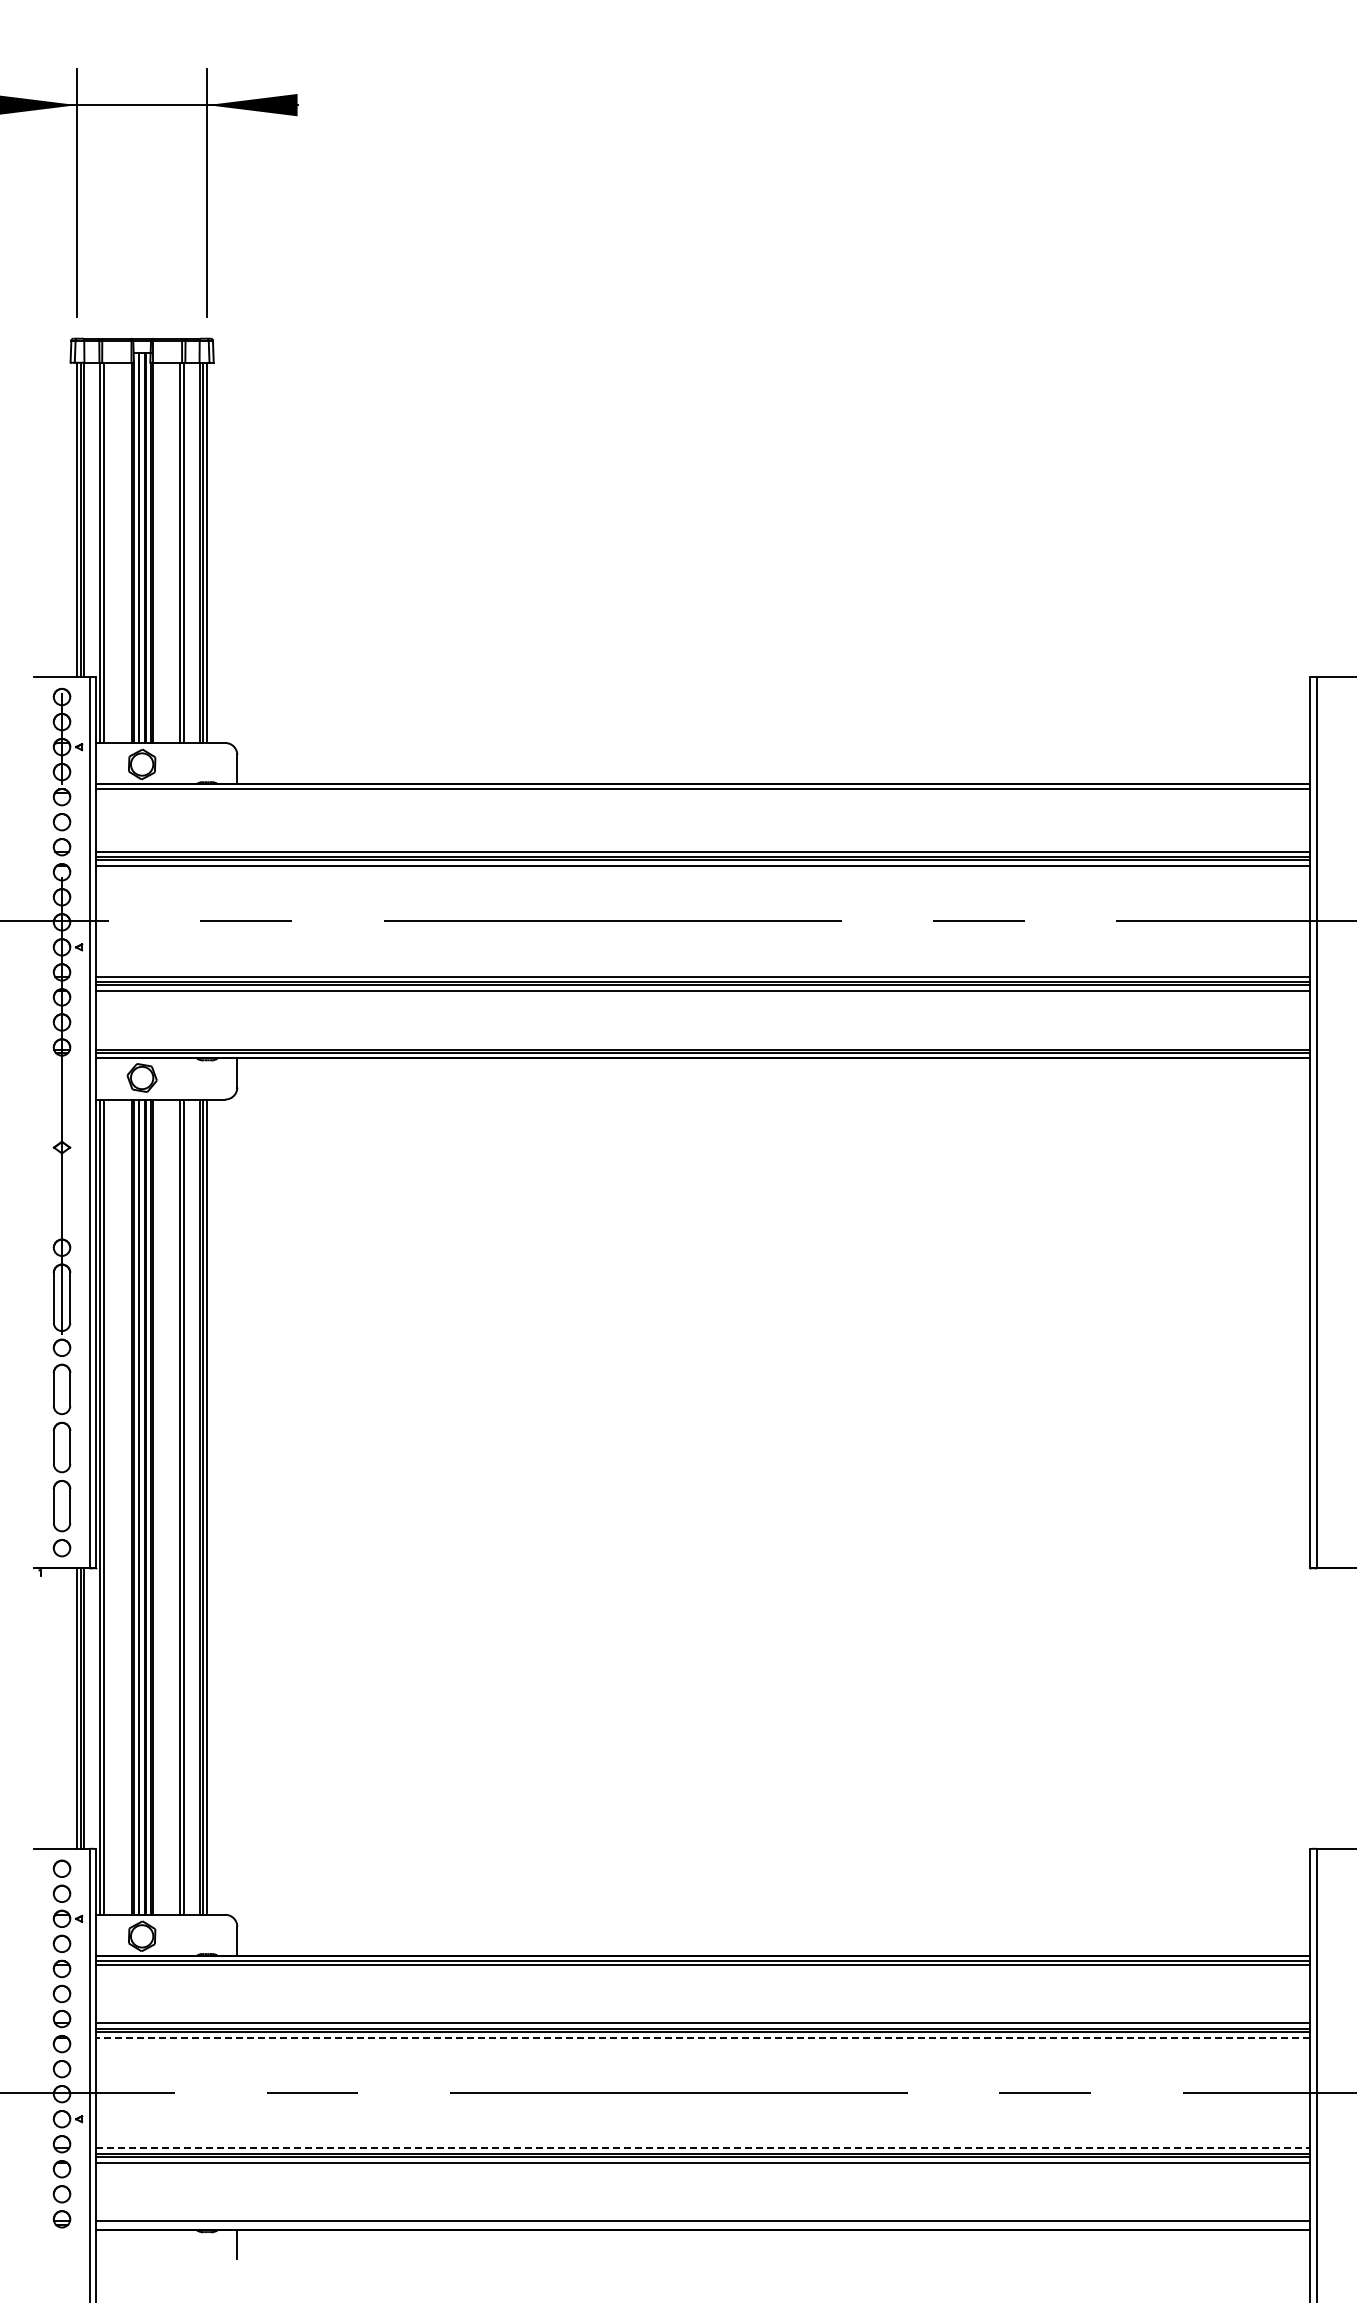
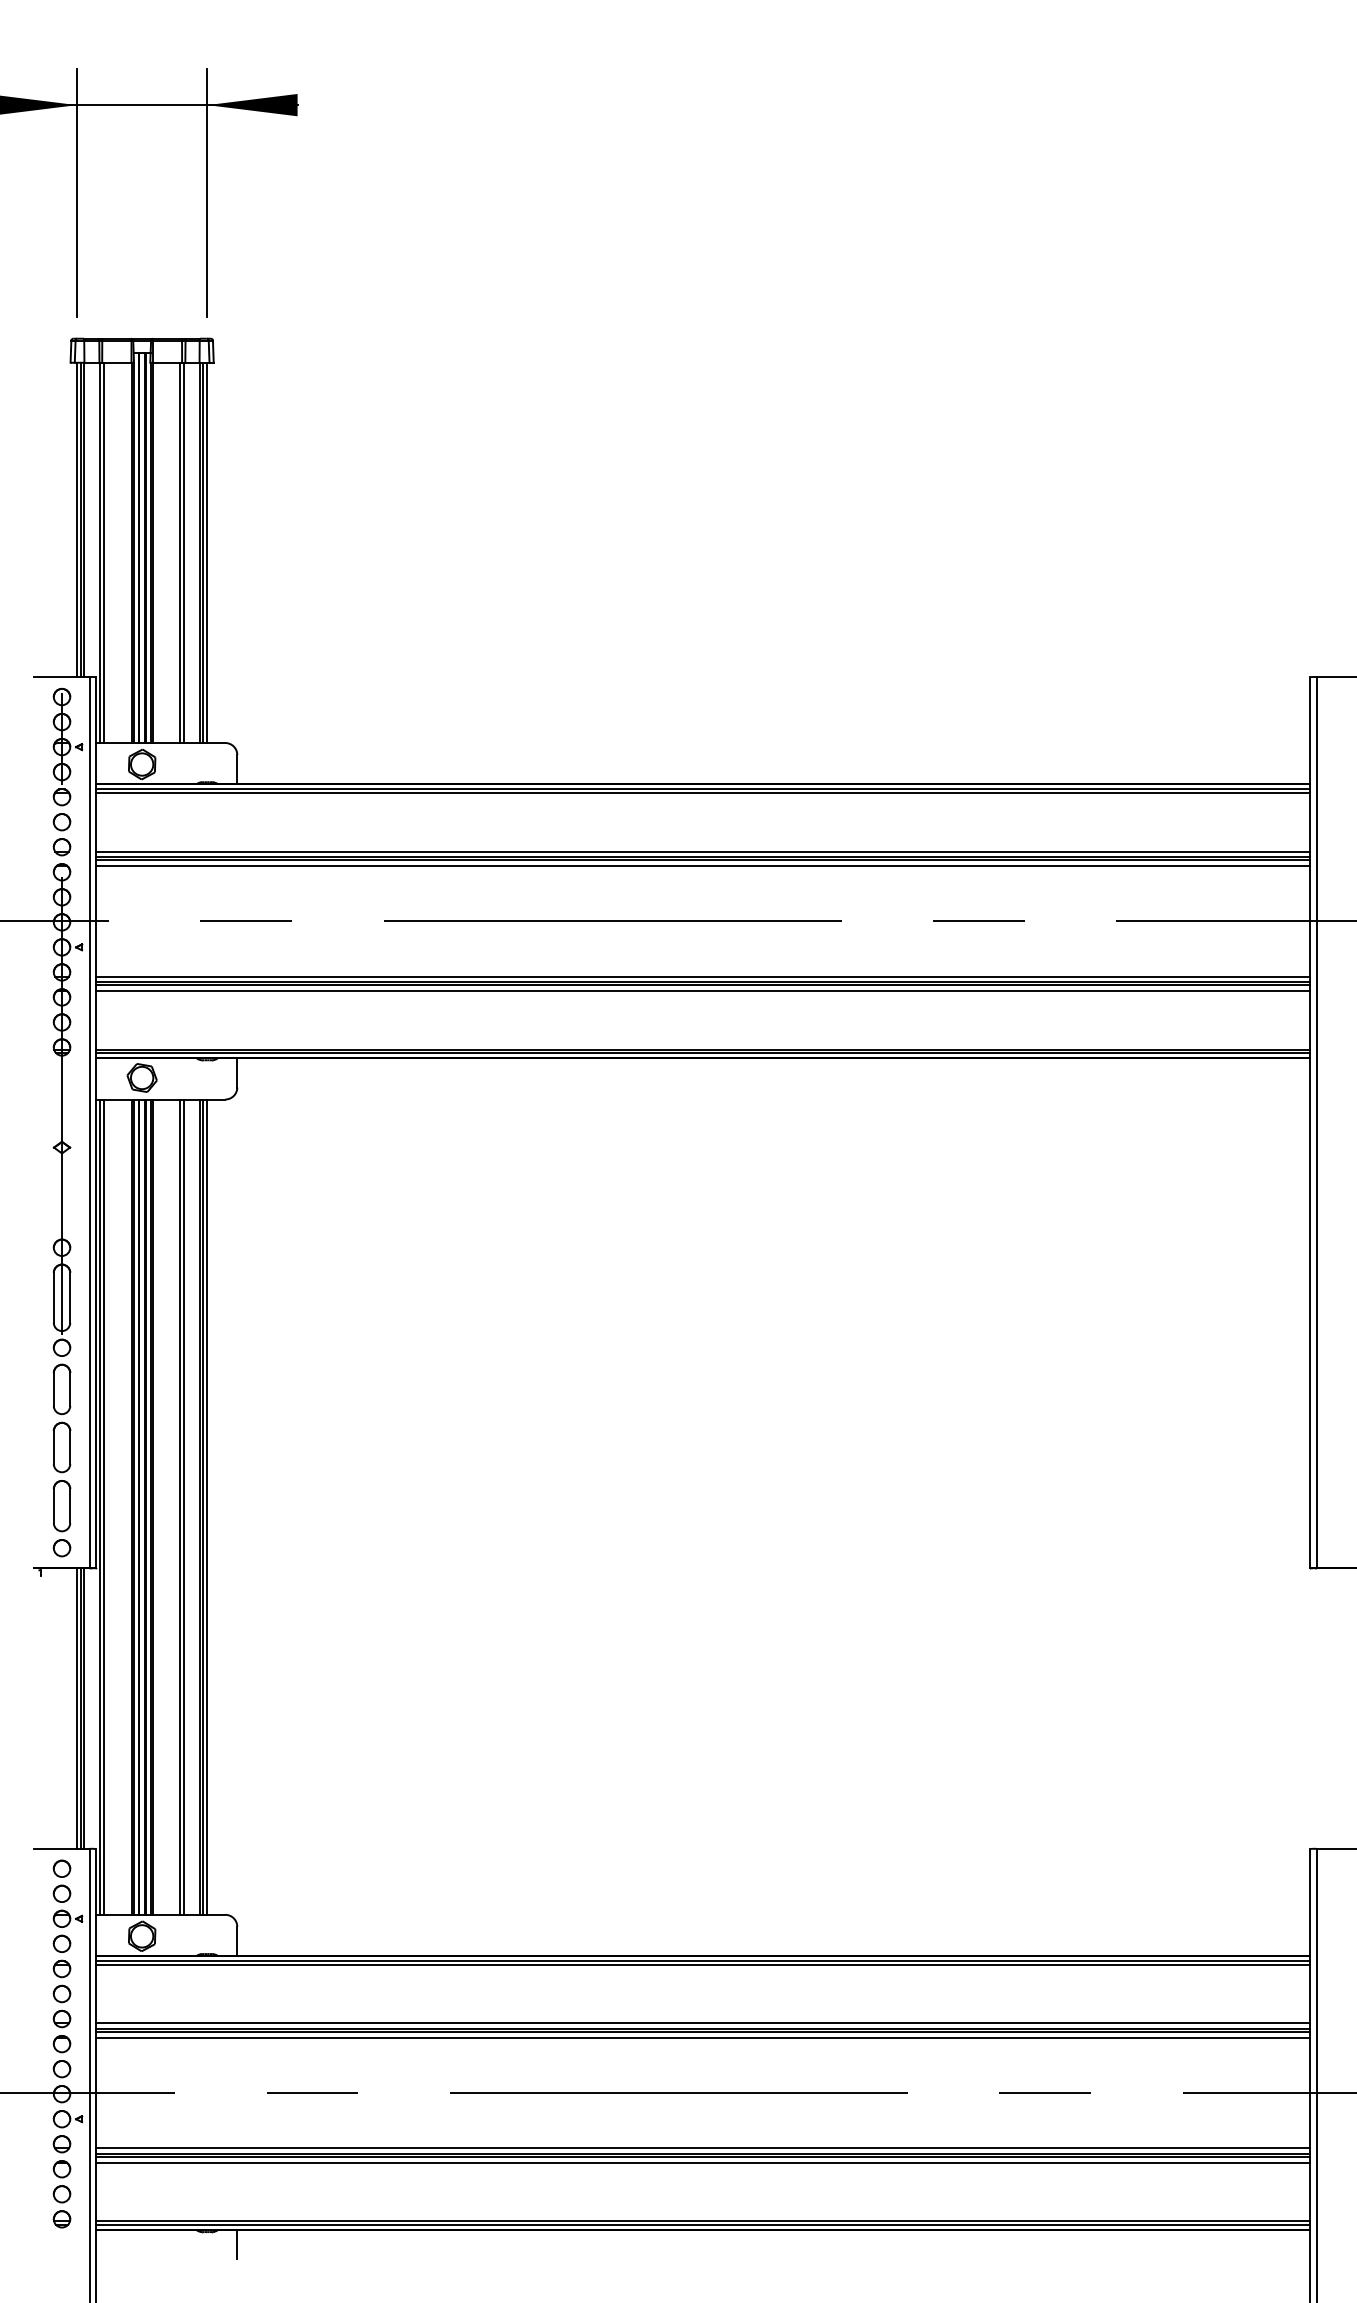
line at (702, 792): none -> present
line at (702, 2037): dashed -> solid
line at (703, 2148): dashed -> solid
line at (702, 2224): none -> present
